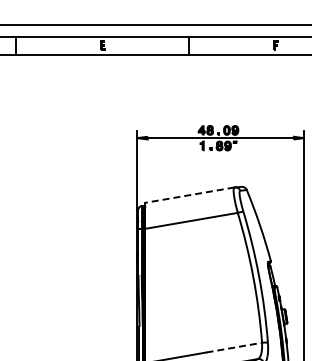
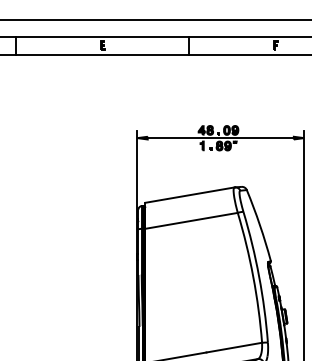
line at (155, 25) position: (155, 25) -> (155, 20)
line at (189, 195): dashed -> solid
line at (234, 347): dashed -> solid
